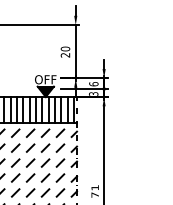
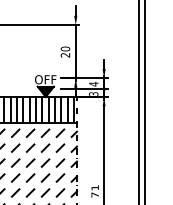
text at (93, 84): 6 -> 4
line at (138, 101): none -> present
line at (145, 101): none -> present
